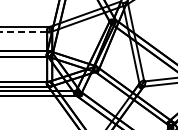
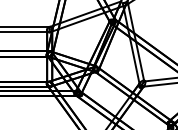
line at (23, 32): dashed -> solid
